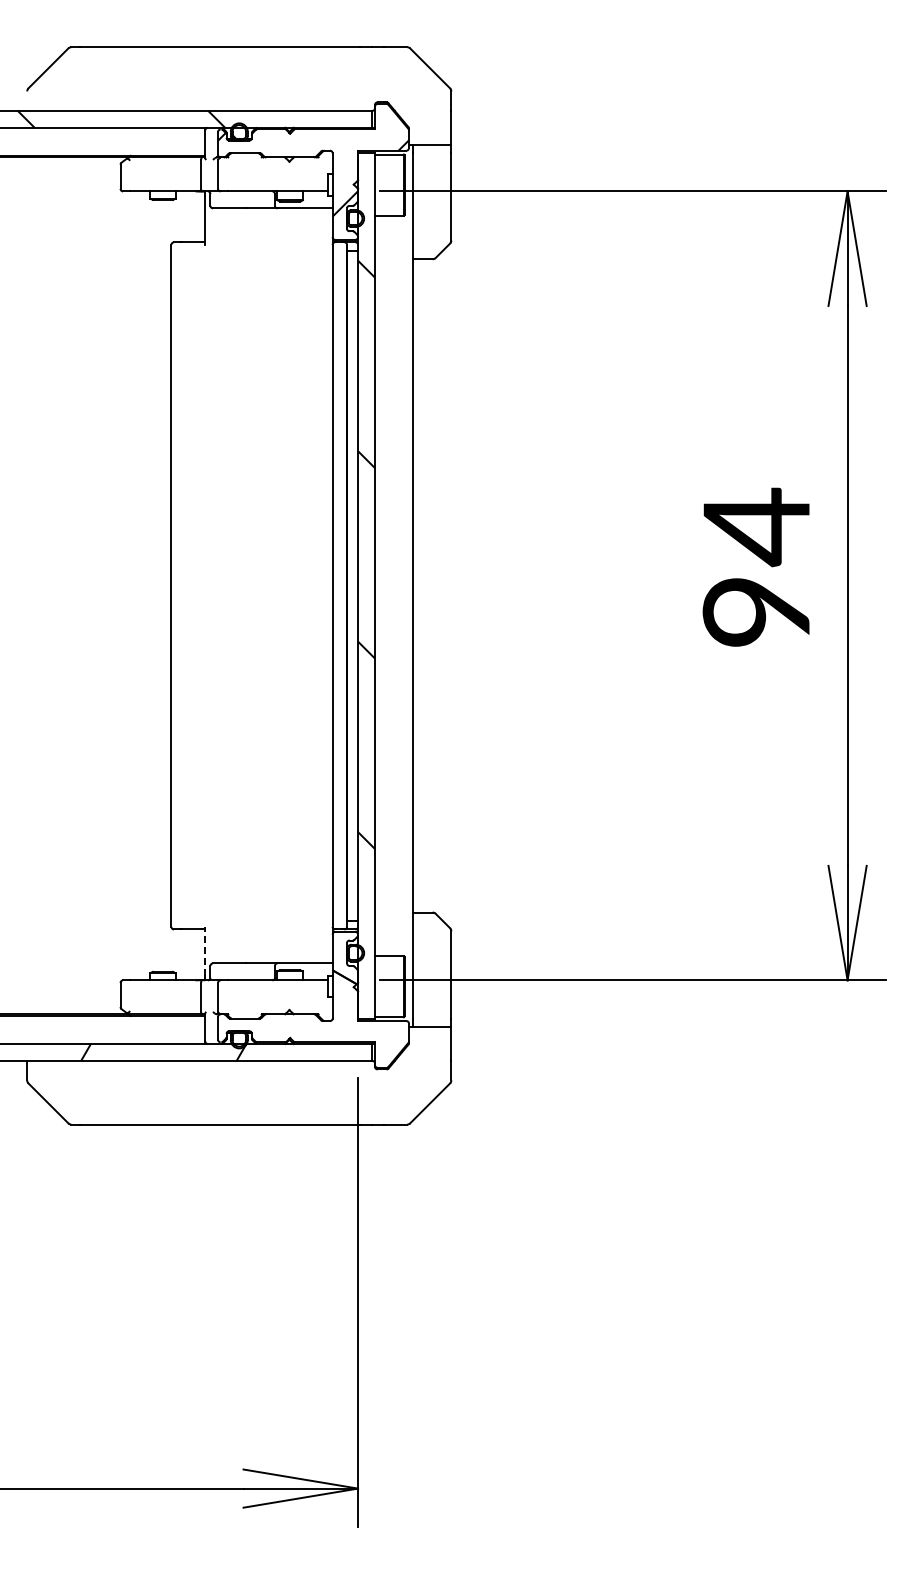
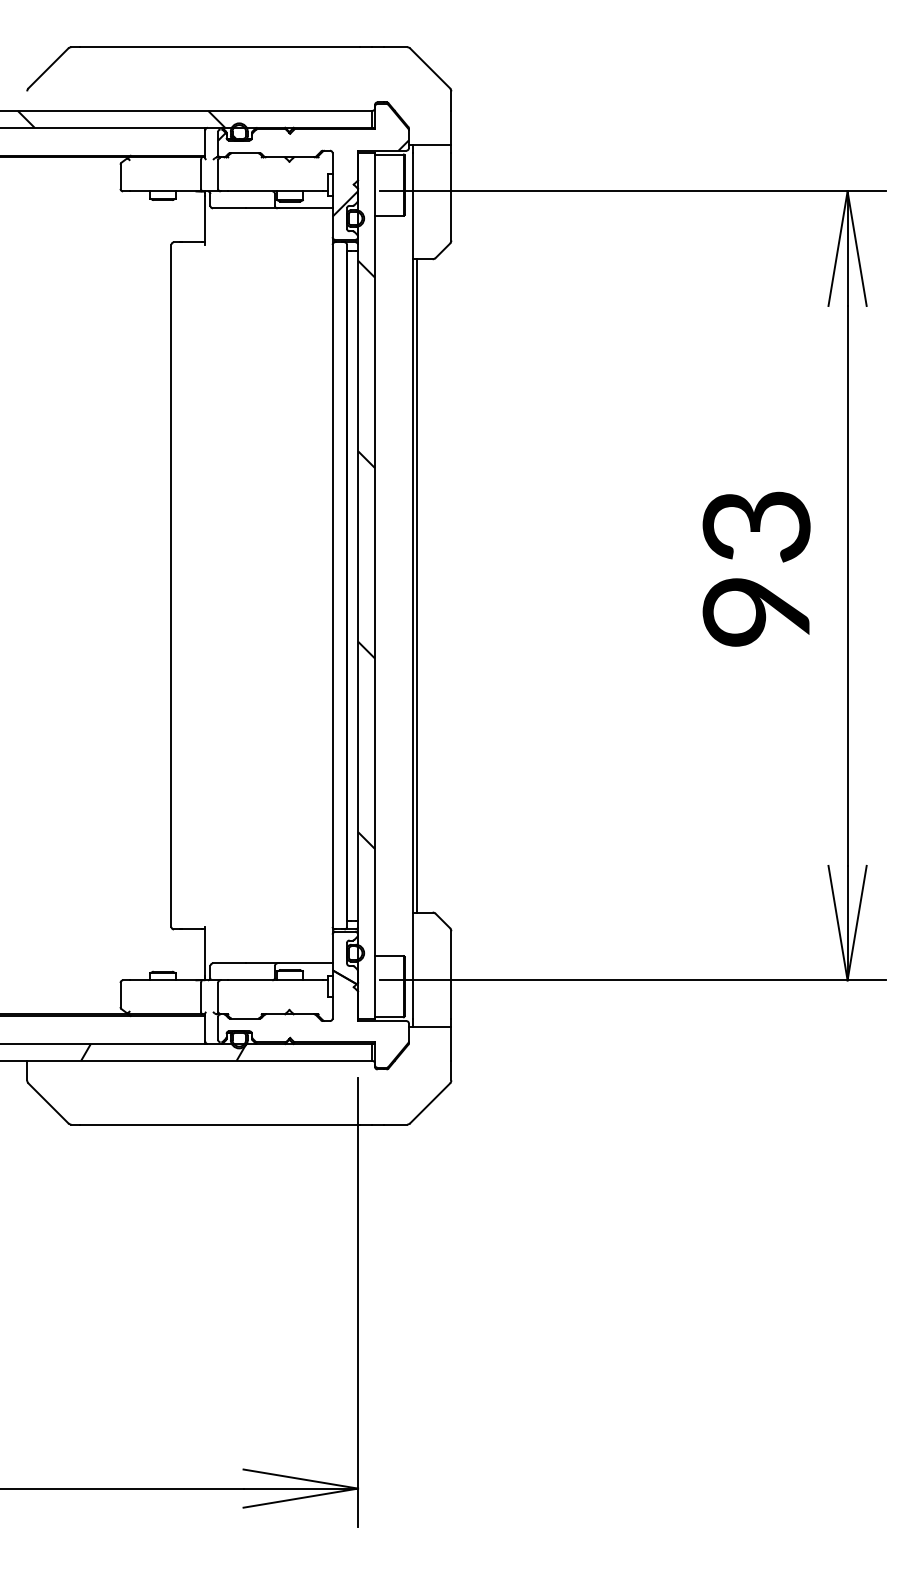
text at (756, 527): 94 -> 93
line at (417, 585): none -> present
line at (205, 951): dashed -> solid
